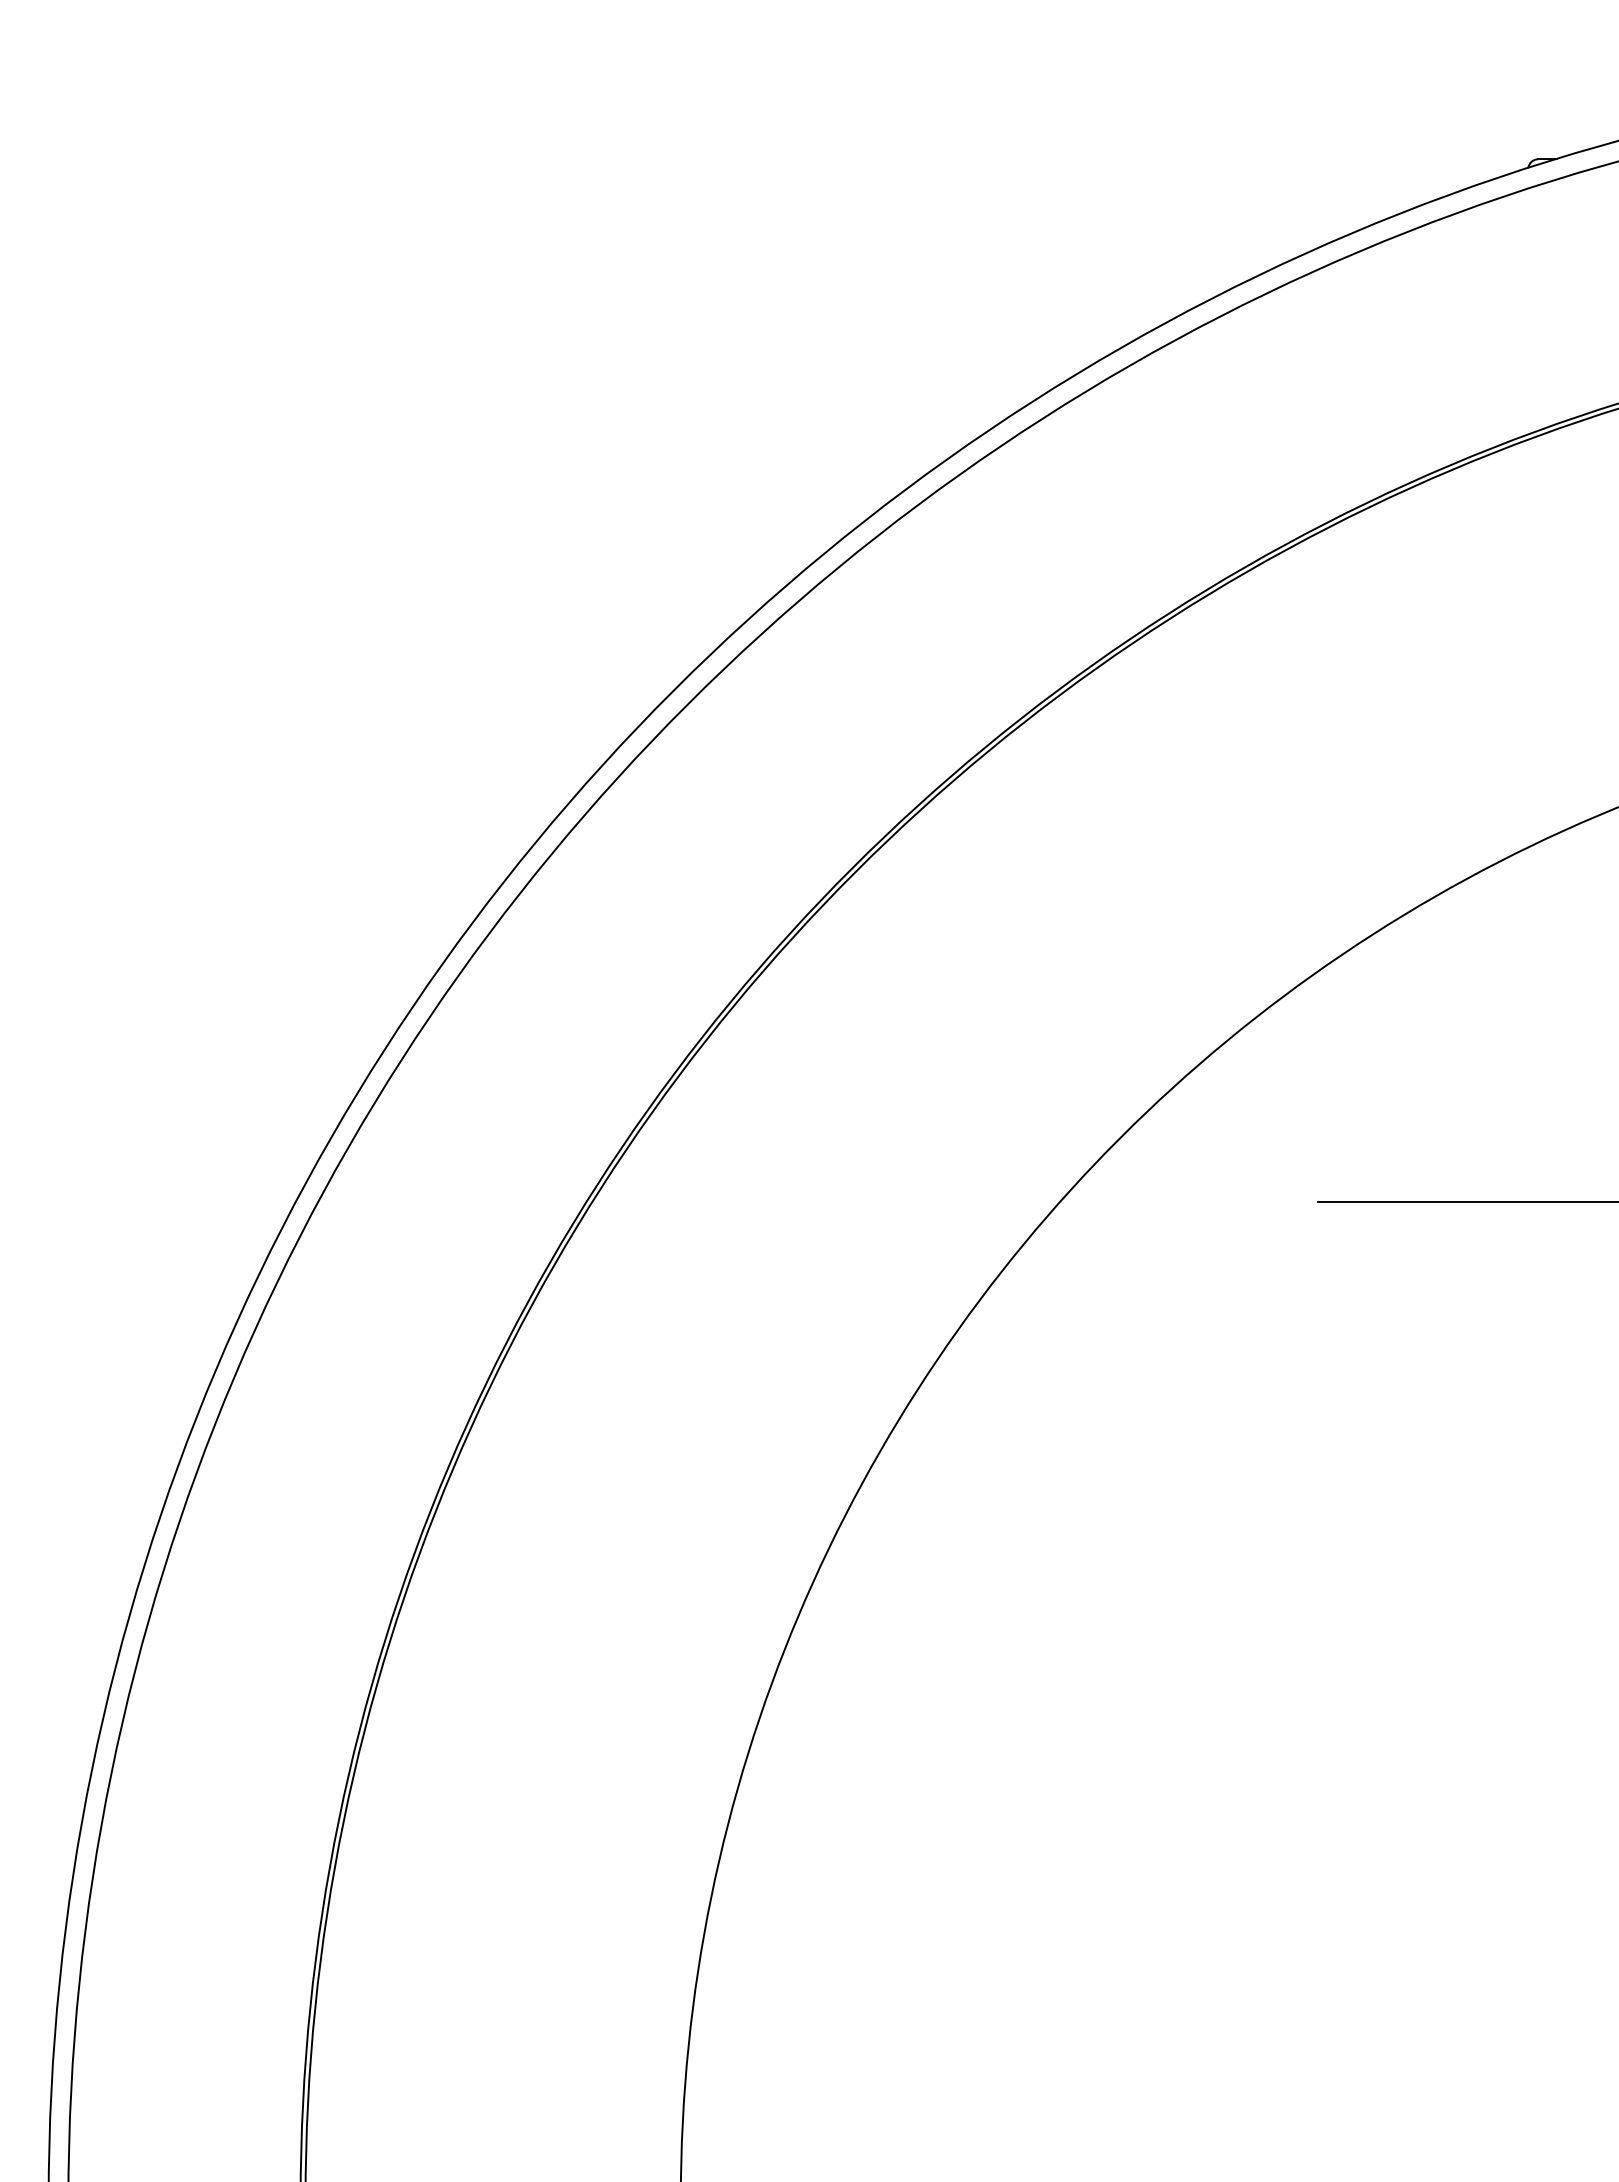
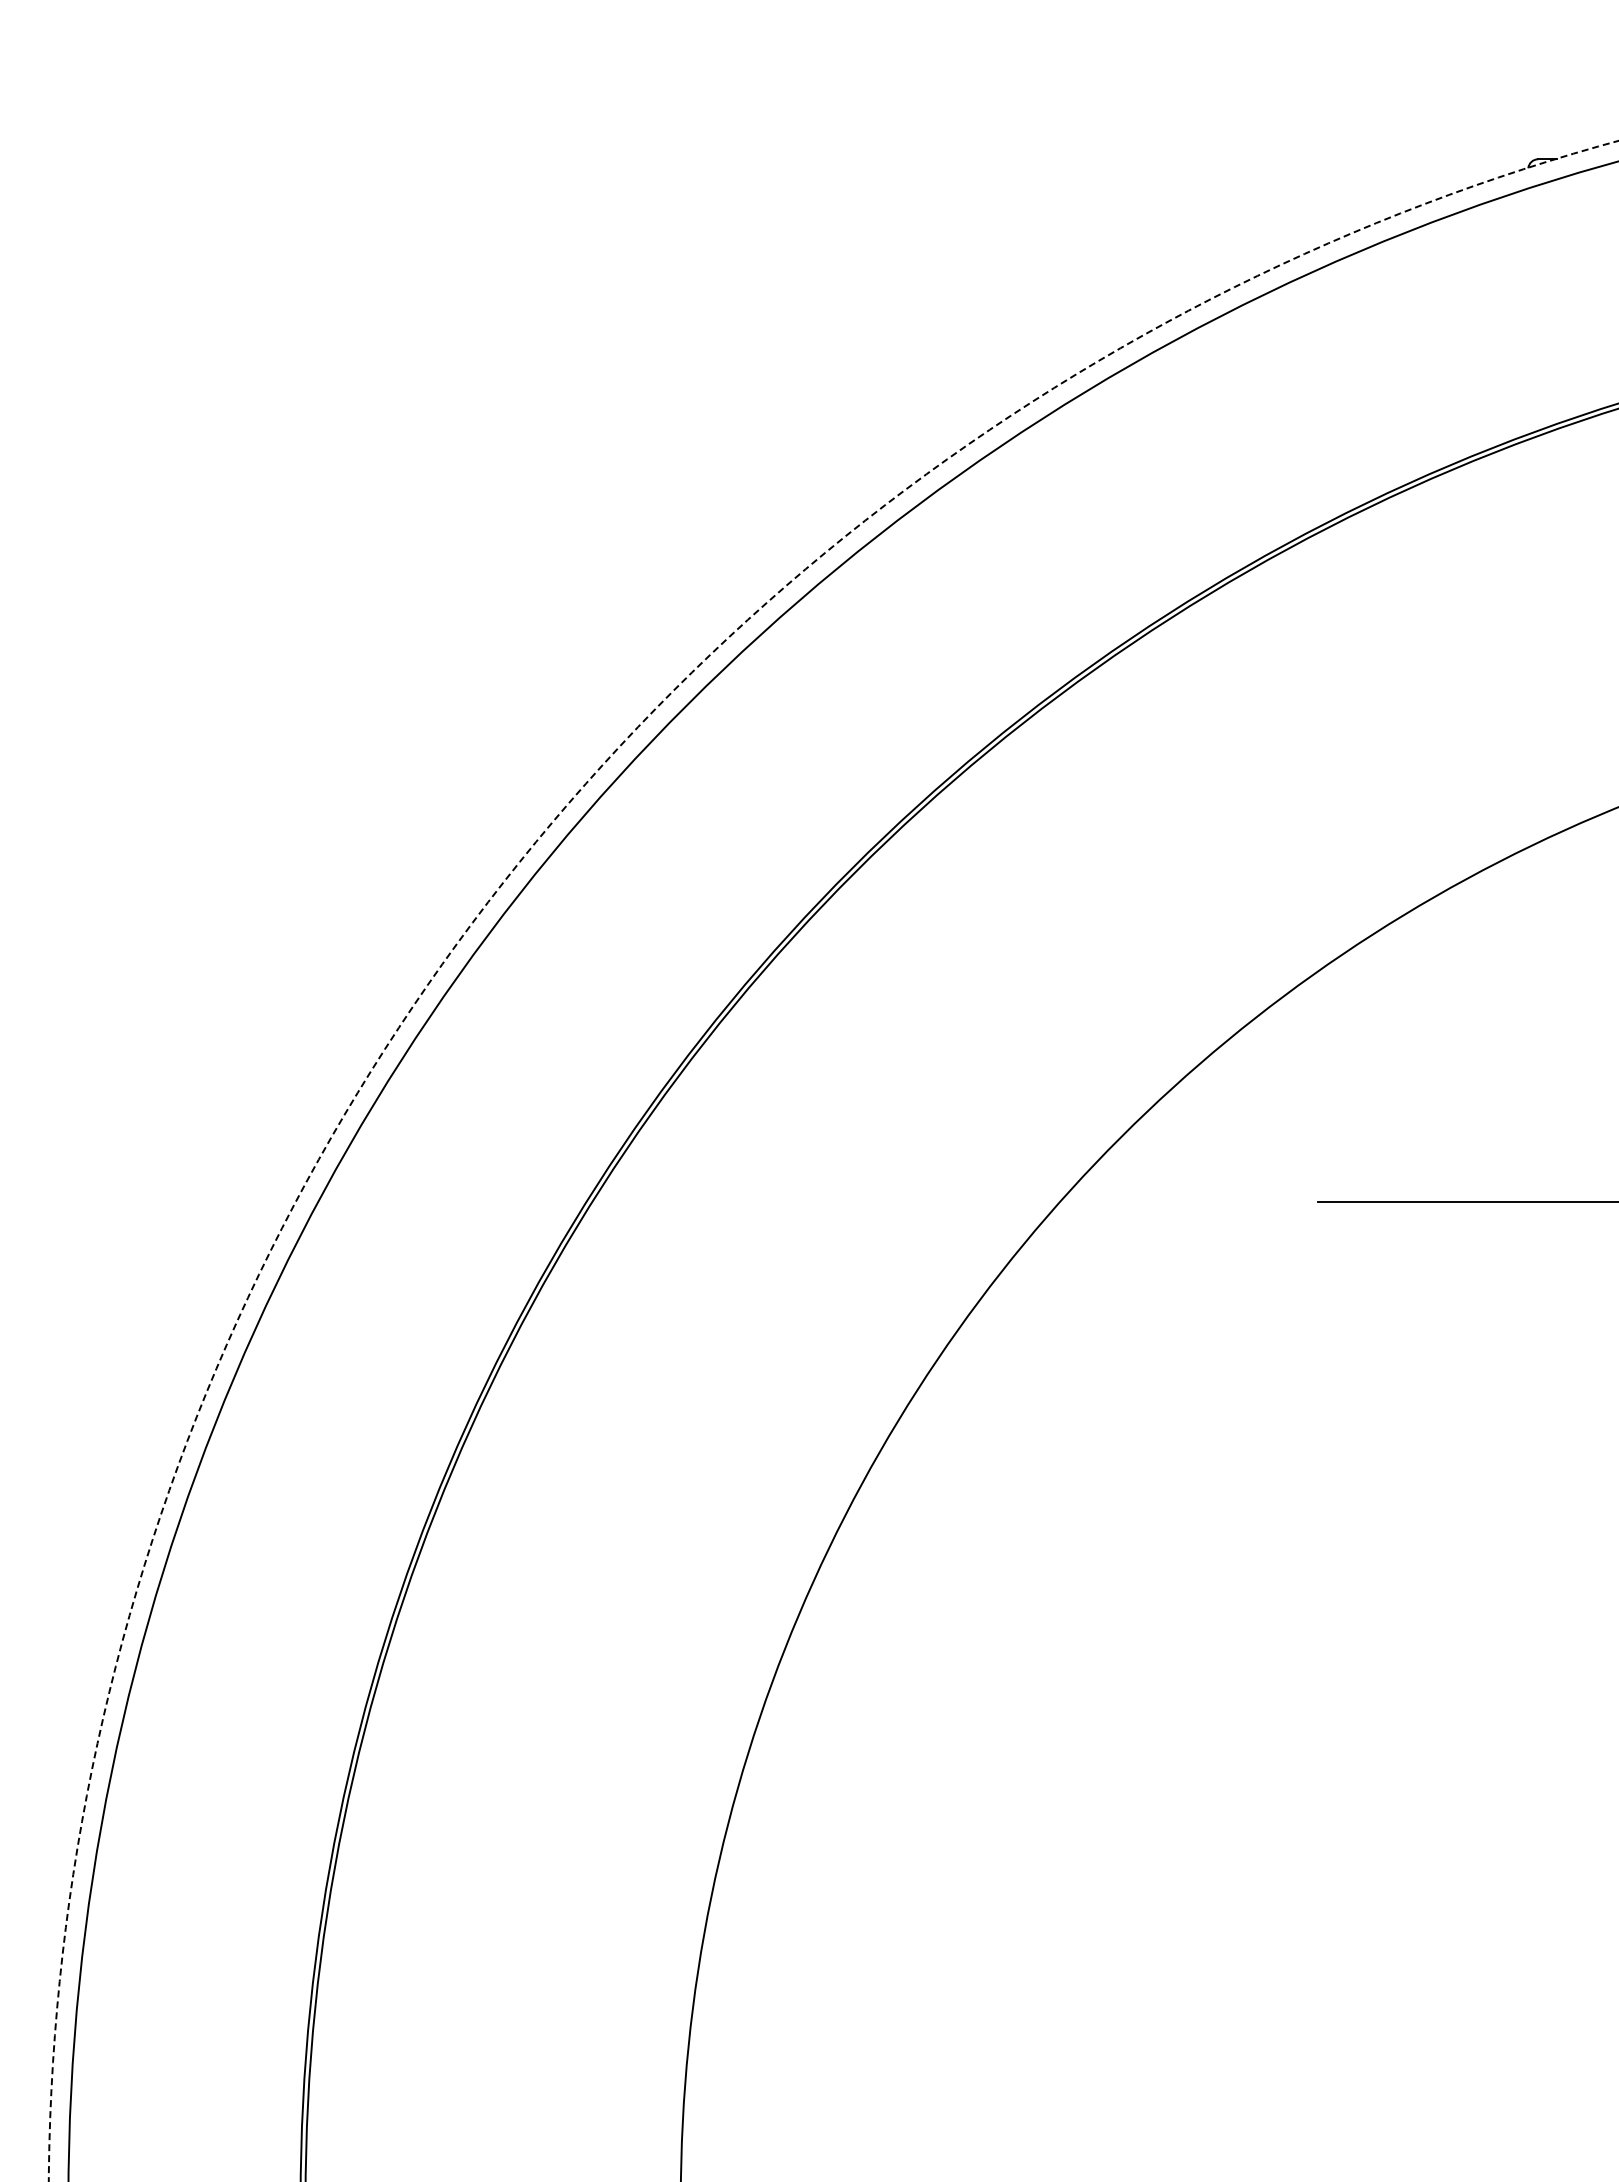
circle at (833, 1160): solid -> dashed
